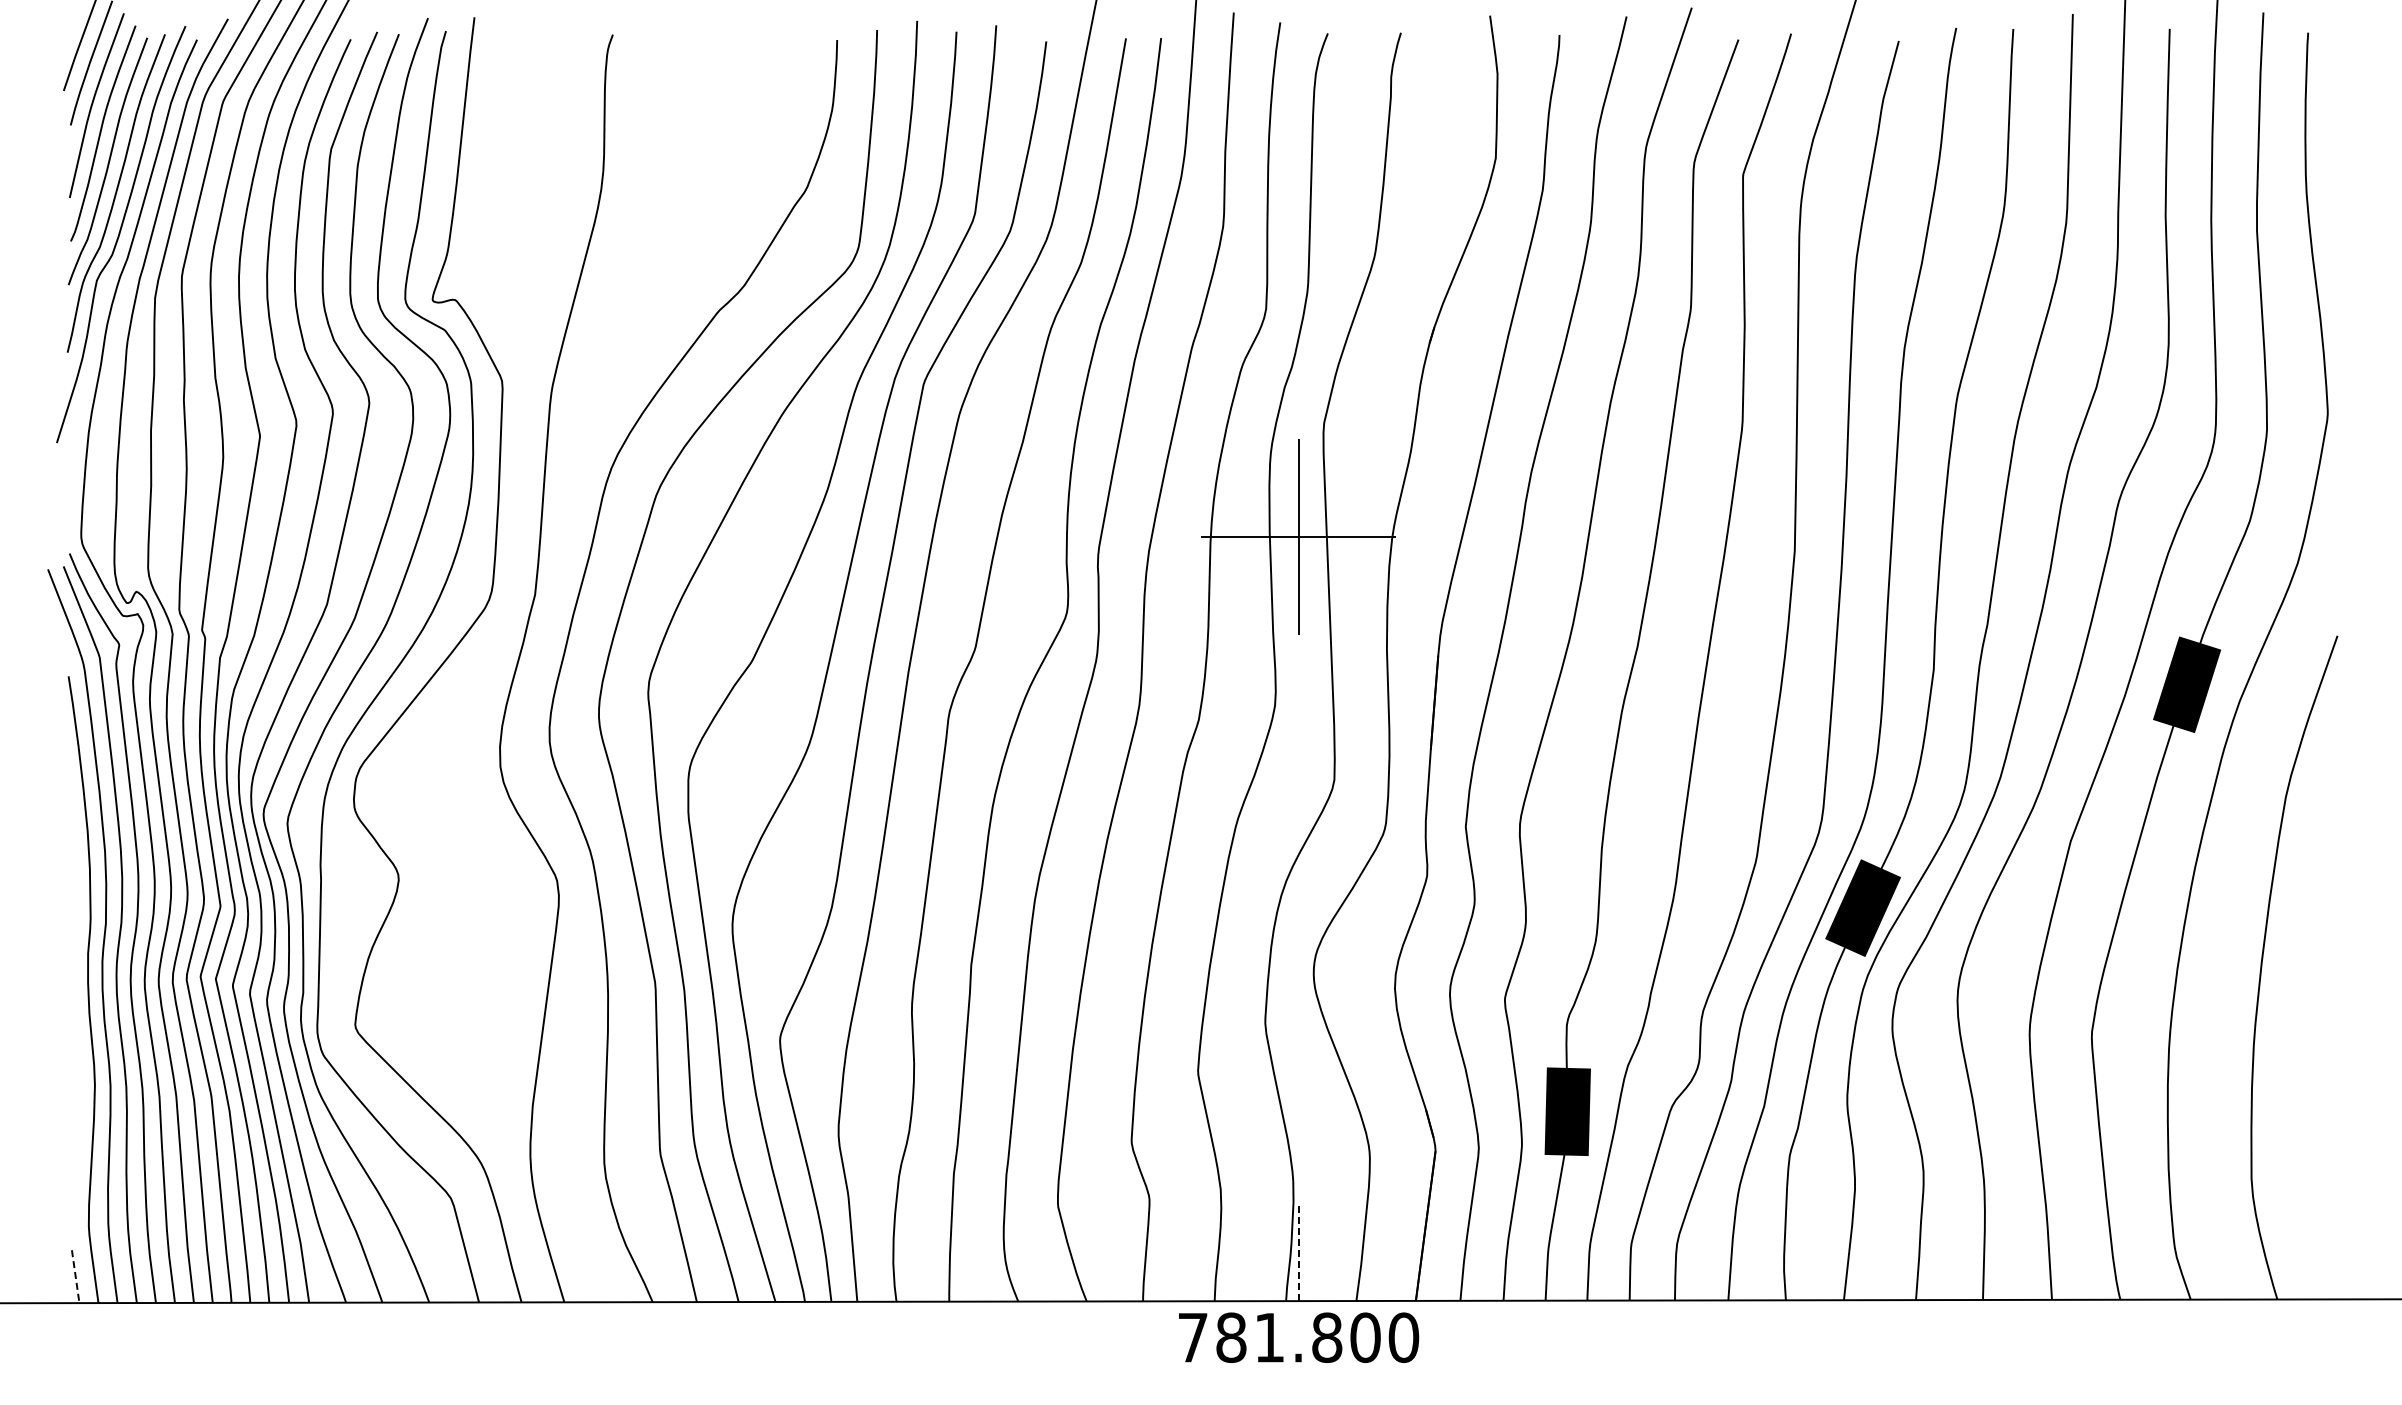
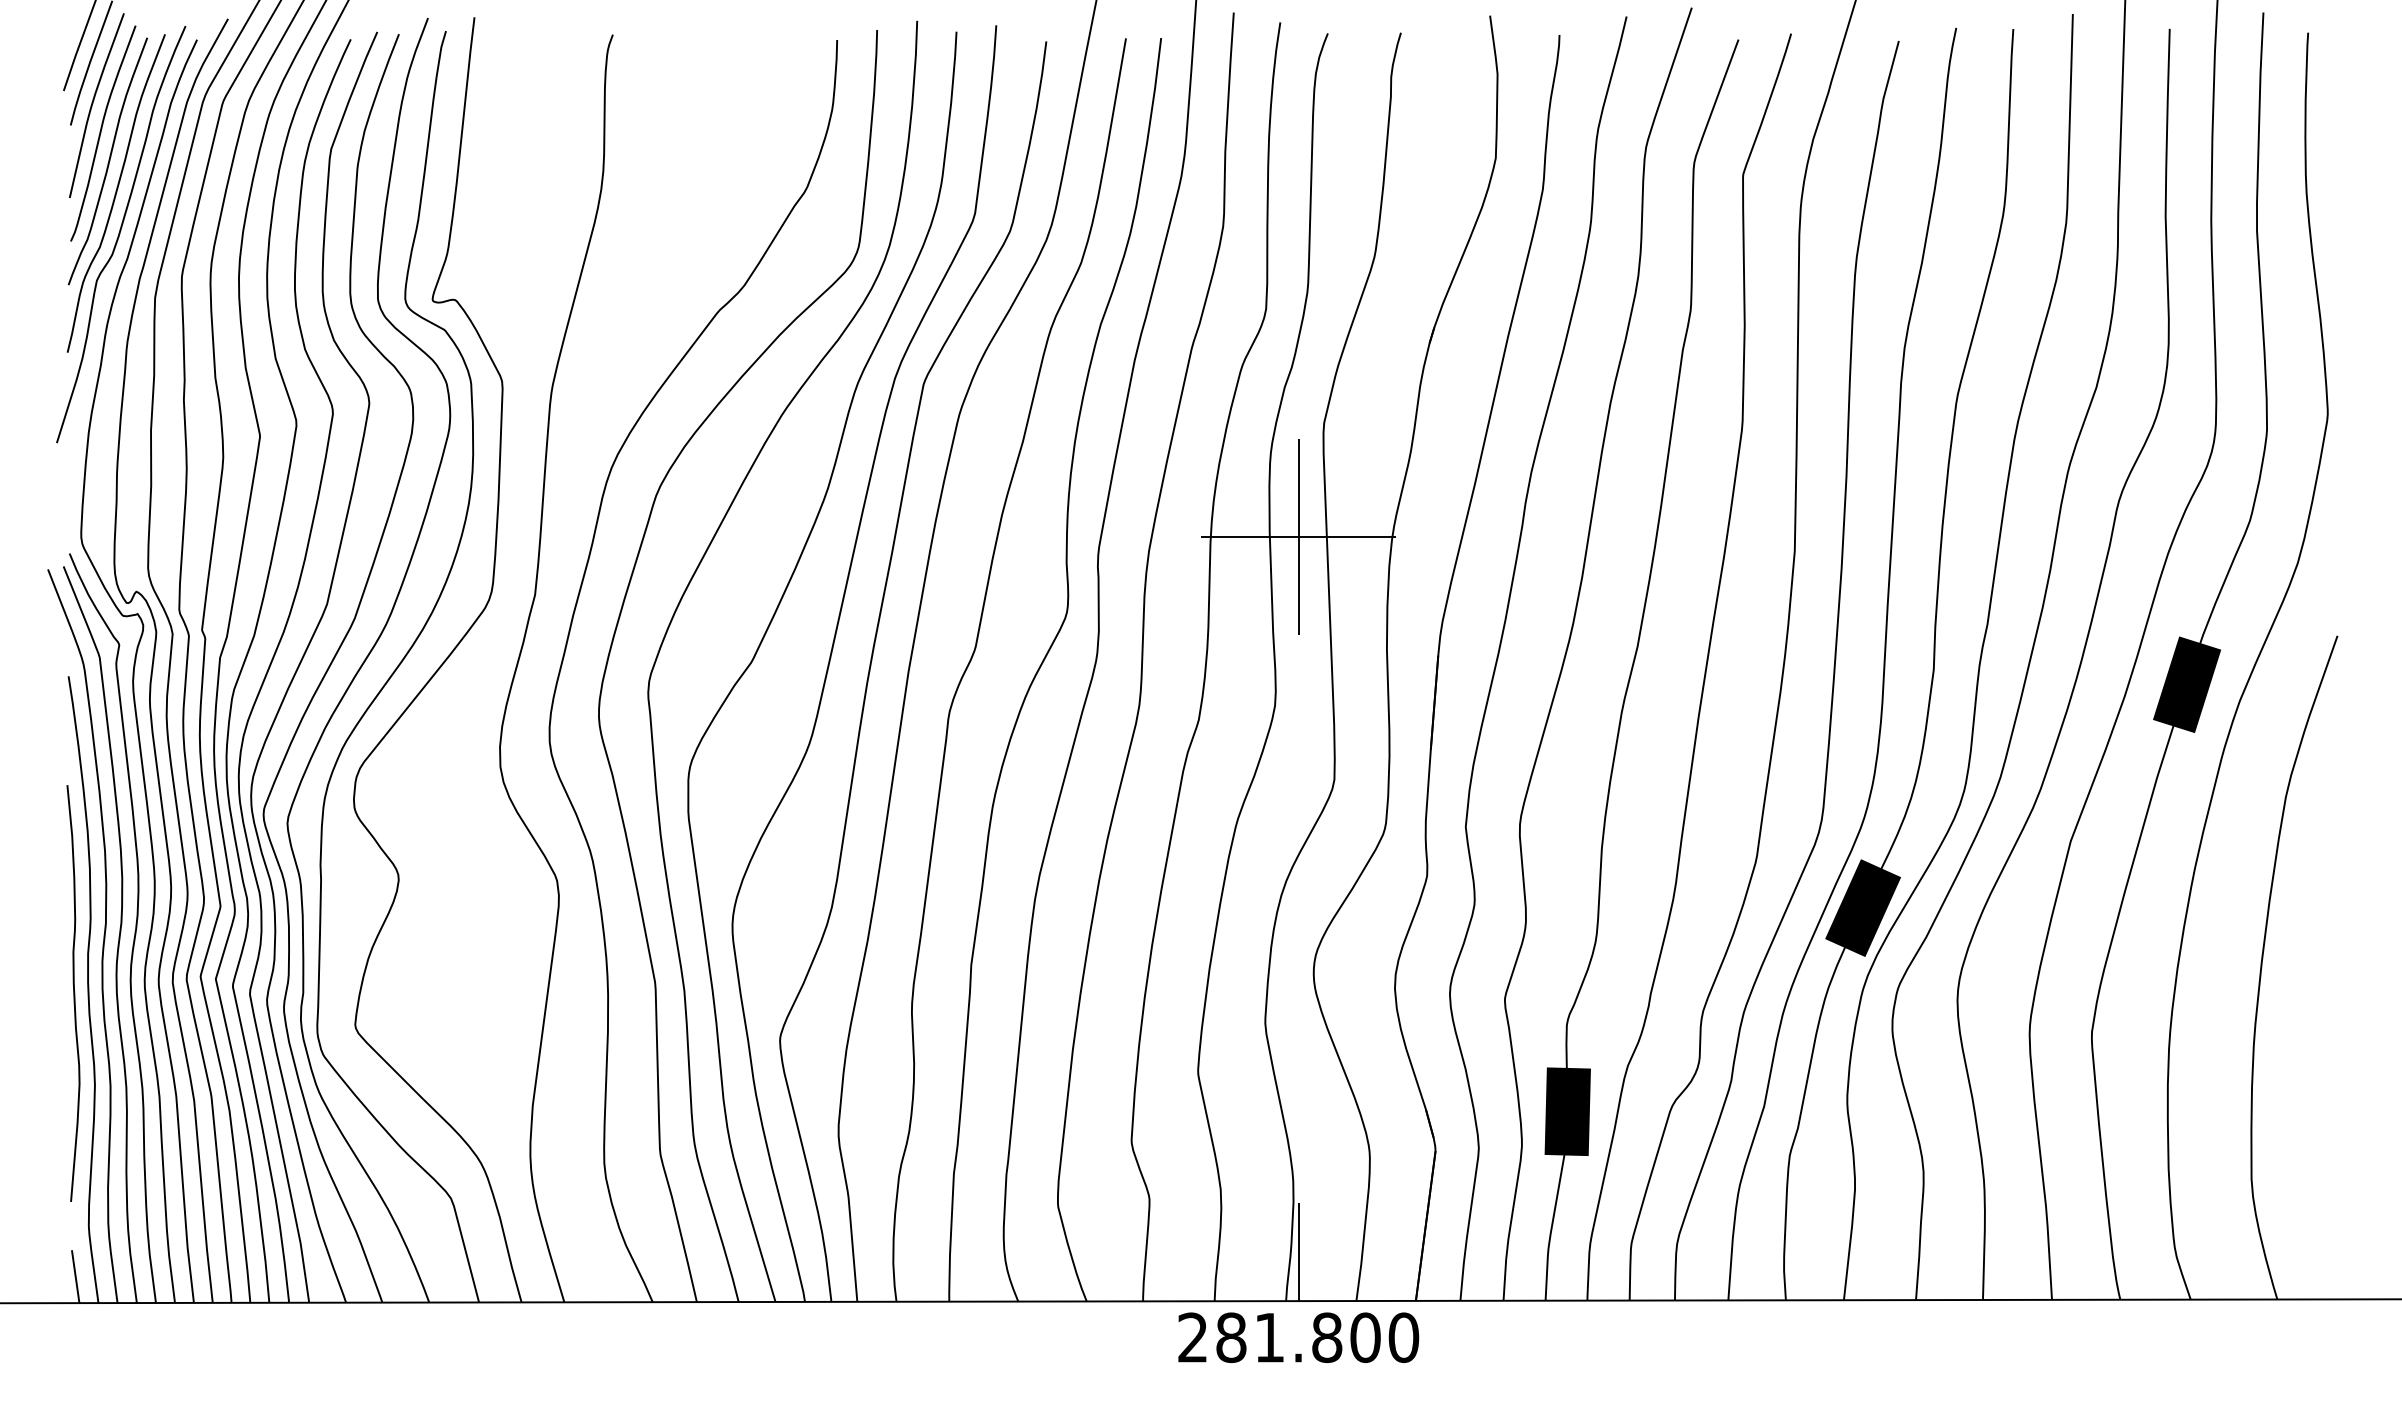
curve at (73, 993): none -> present
line at (1298, 1252): dashed -> solid
line at (75, 1276): dashed -> solid
text at (1192, 1337): 781.800 -> 281.800
